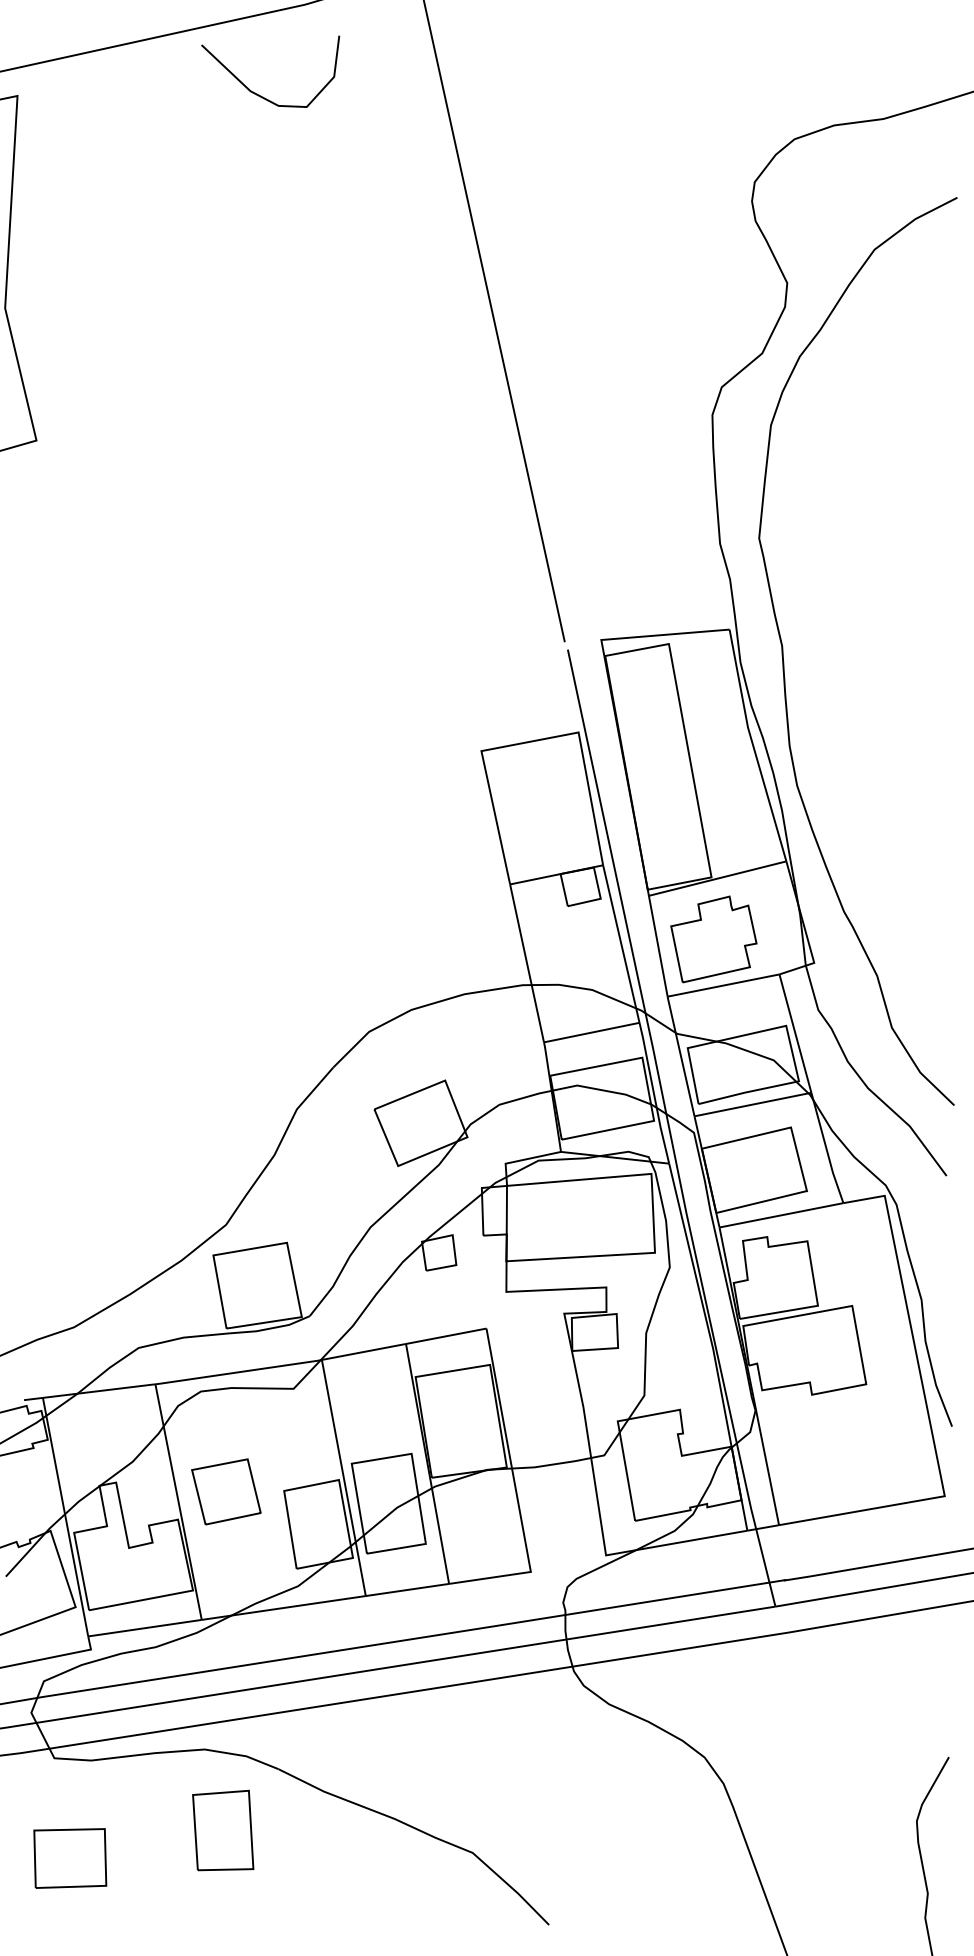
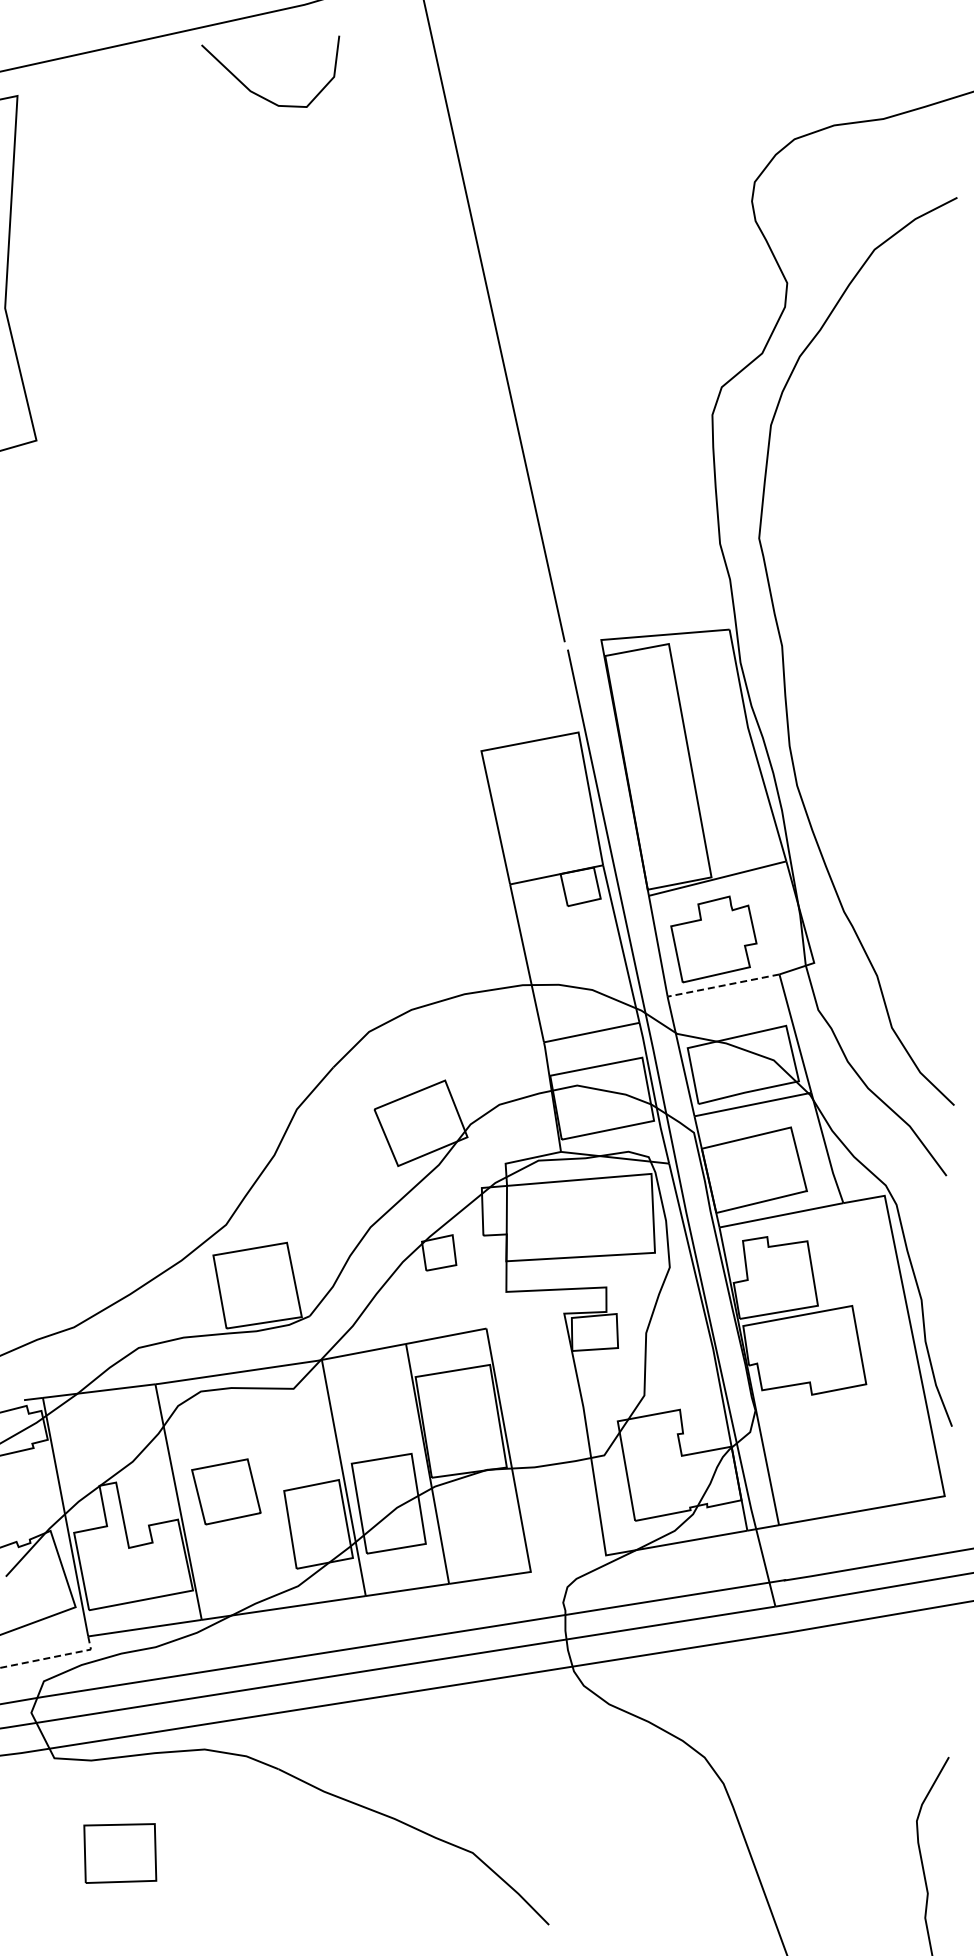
line at (723, 985): solid -> dashed
line at (52, 1657): solid -> dashed
part at (223, 1830): present -> none
part at (70, 1858) position: (70, 1858) -> (120, 1853)
